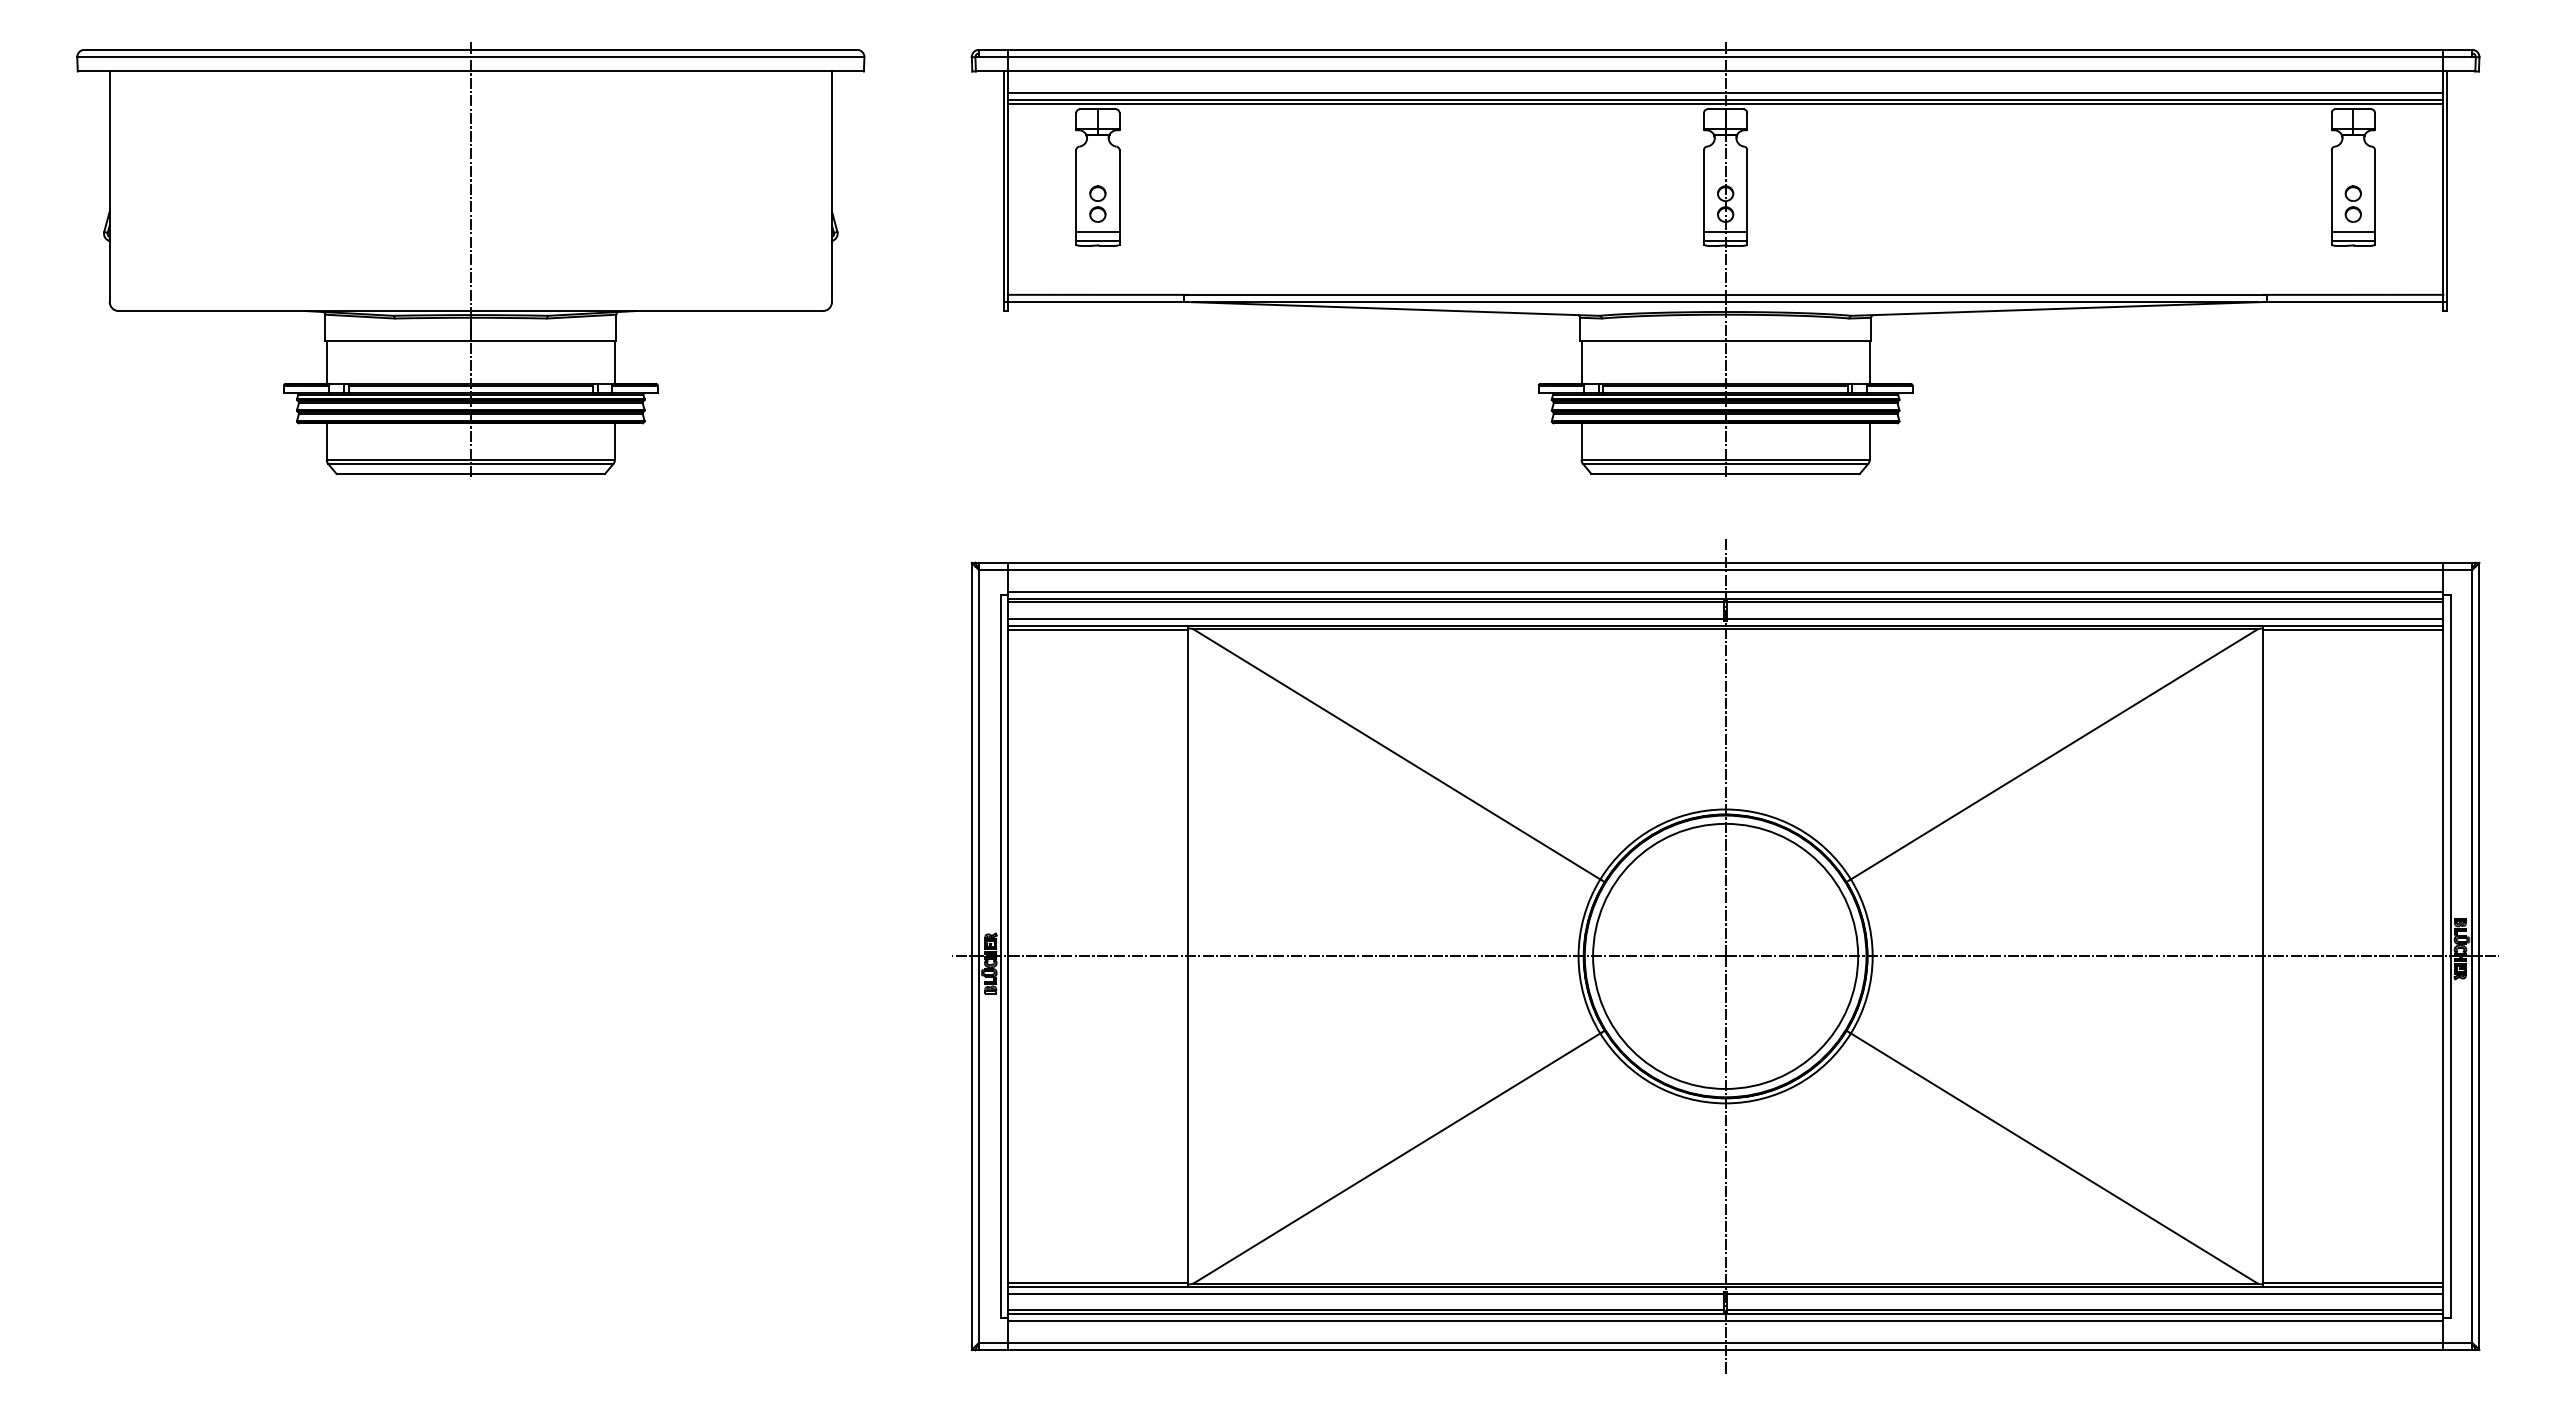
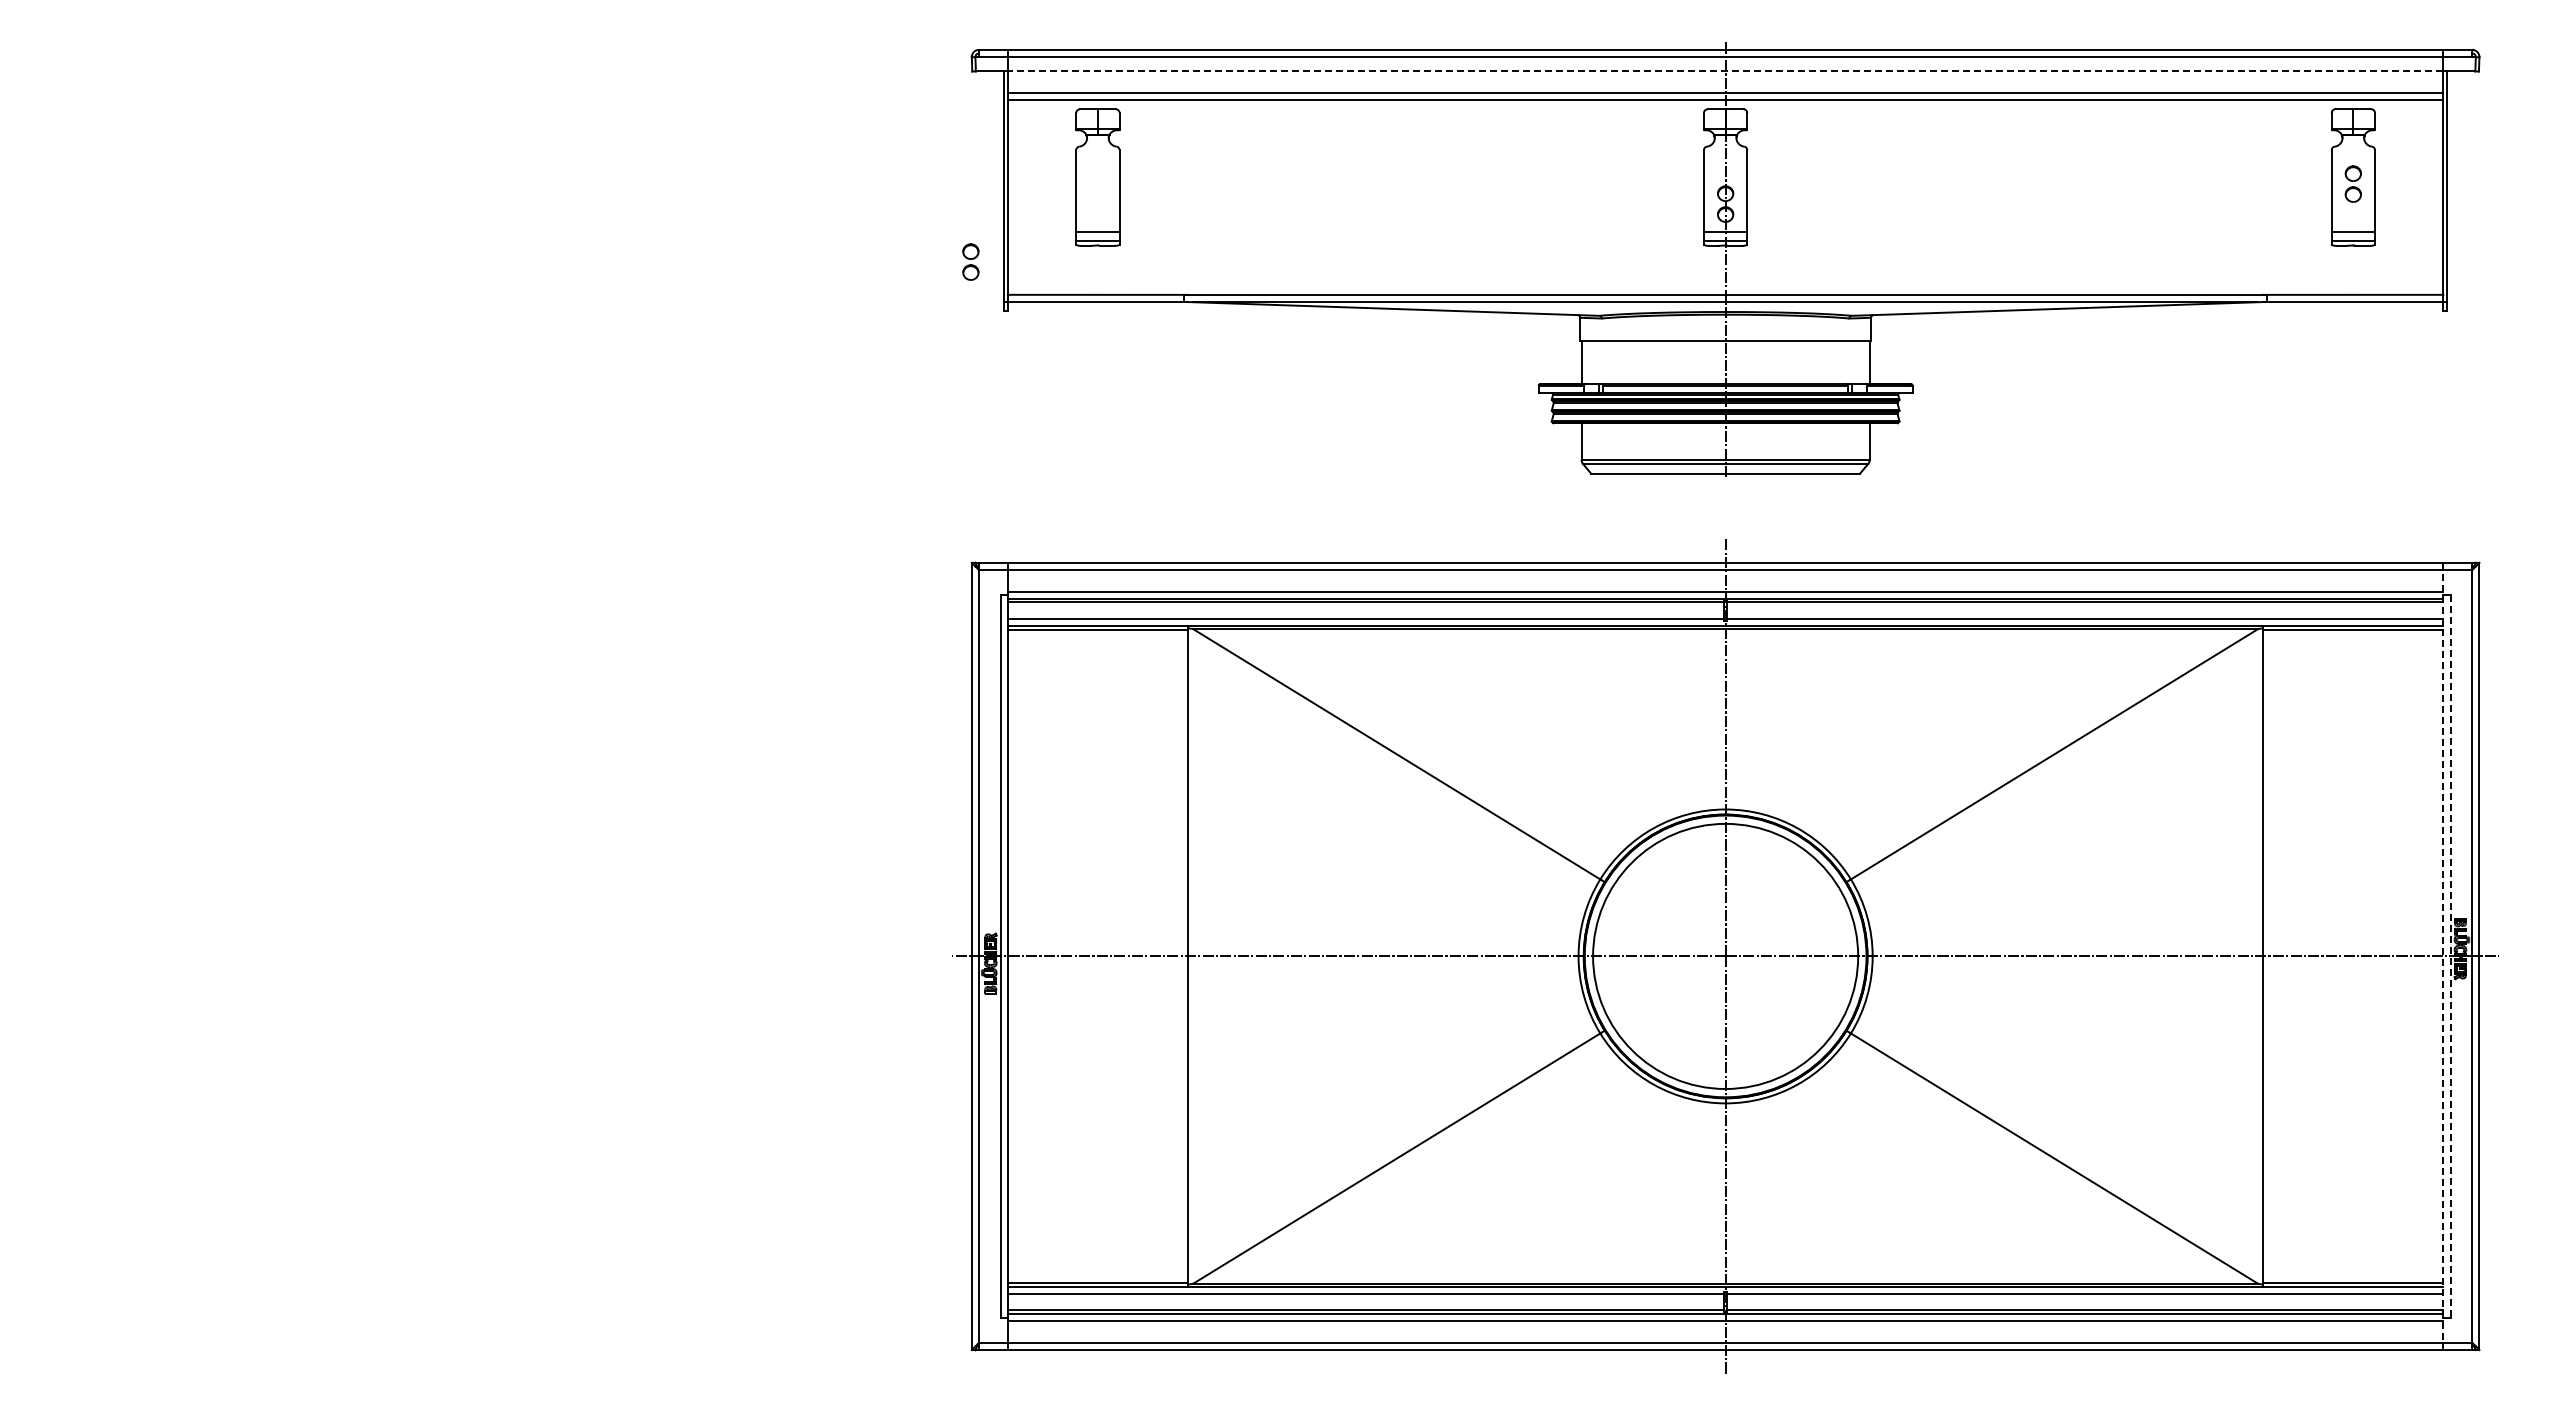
line at (1725, 71): solid -> dashed
line at (1725, 103): present -> none
part at (1097, 203) position: (1097, 203) -> (970, 261)
part at (2352, 203) position: (2352, 203) -> (2352, 183)
part at (470, 259): present -> none
line at (2443, 956): solid -> dashed
line at (2450, 956): solid -> dashed
